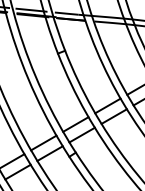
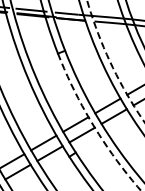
arc at (110, 62): solid -> dashed
arc at (93, 126): solid -> dashed
